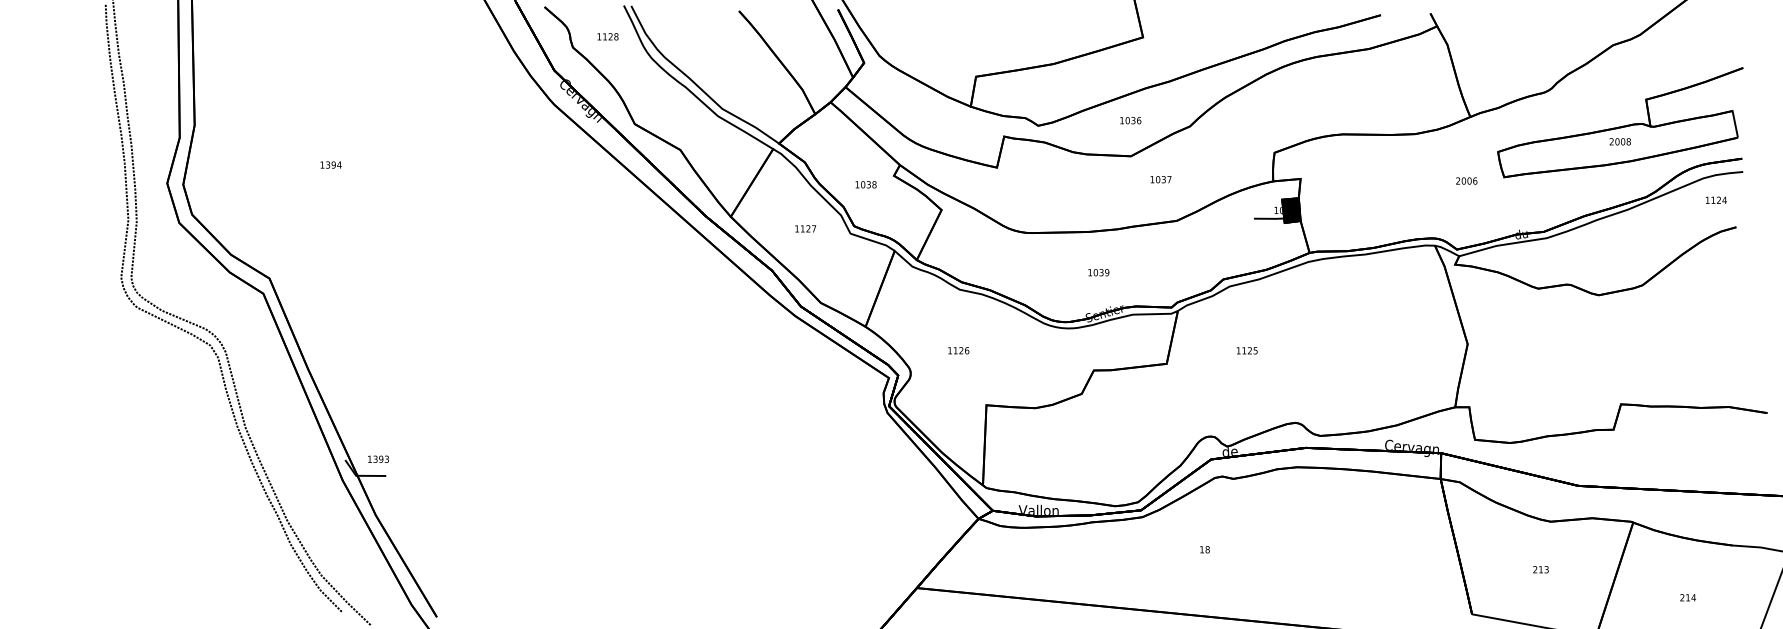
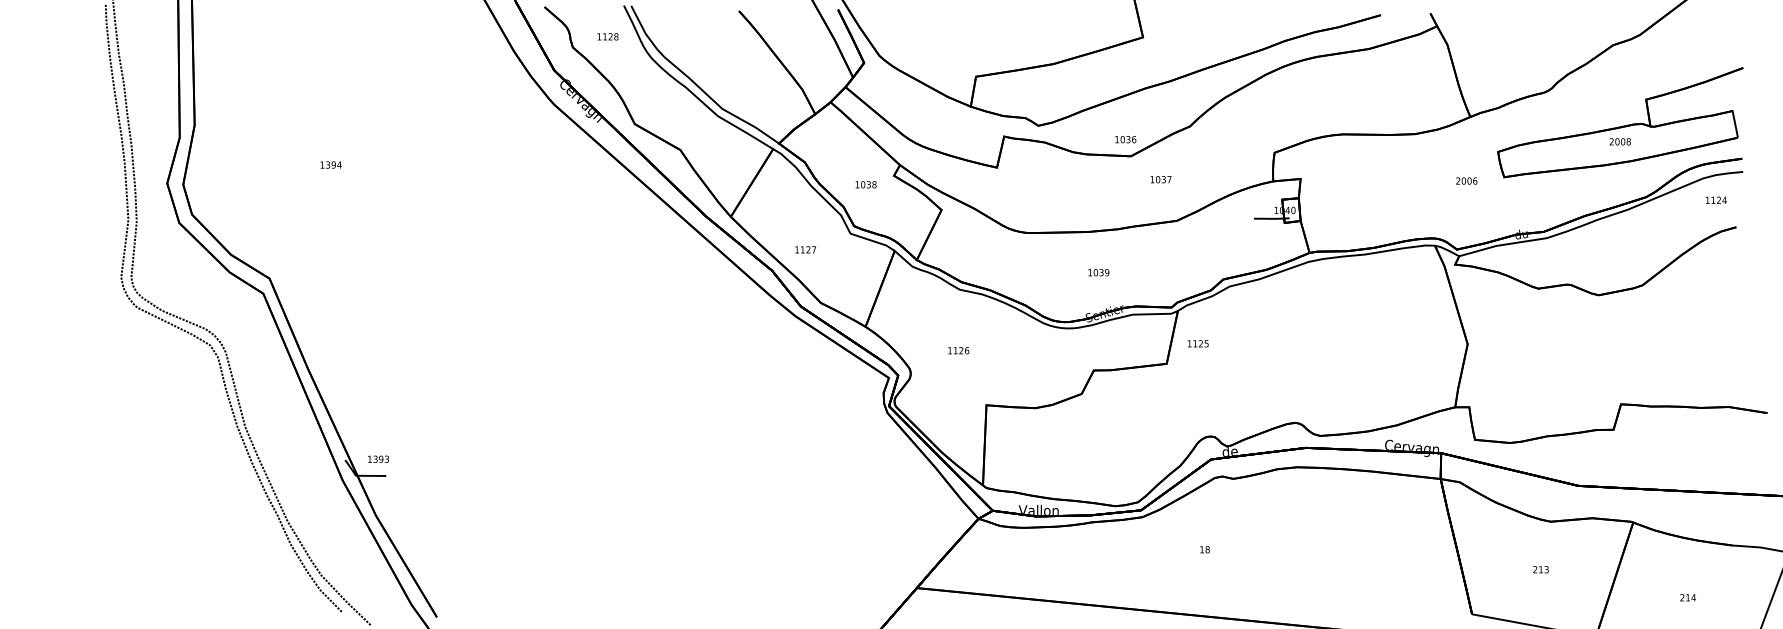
text at (1130, 120) position: (1130, 120) -> (1125, 139)
fill at (1291, 210): present -> none
text at (805, 228) position: (805, 228) -> (805, 249)
text at (1247, 350) position: (1247, 350) -> (1198, 343)
